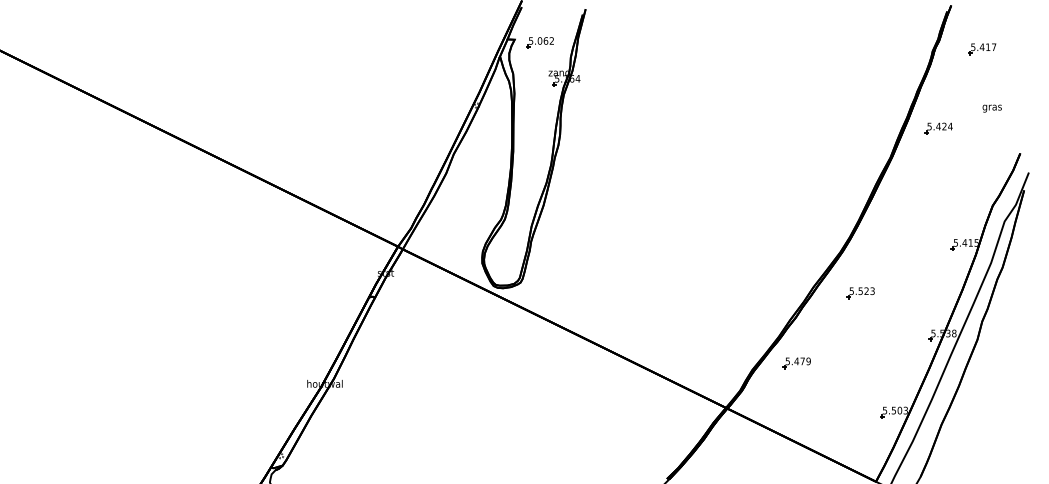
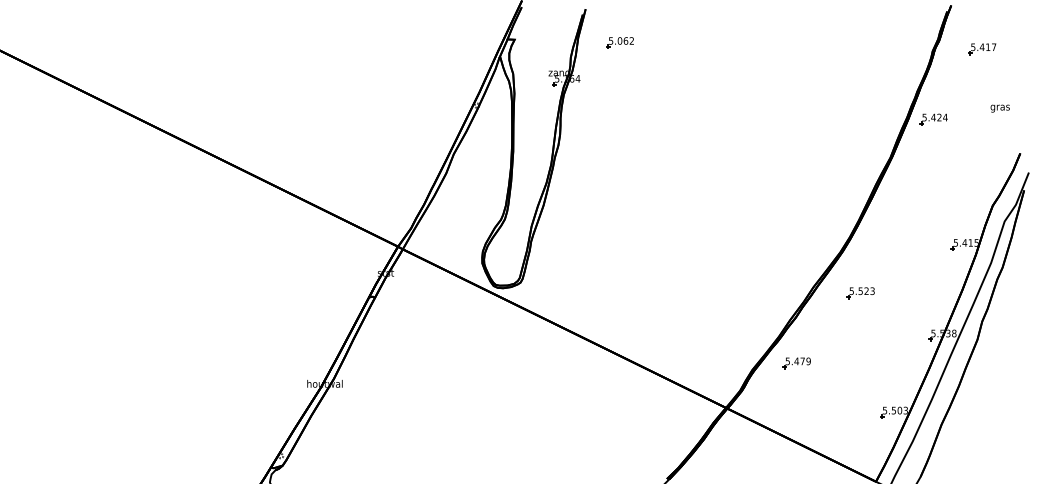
part at (539, 42) position: (539, 42) -> (619, 42)
text at (991, 108) position: (991, 108) -> (999, 108)
part at (938, 128) position: (938, 128) -> (933, 119)
